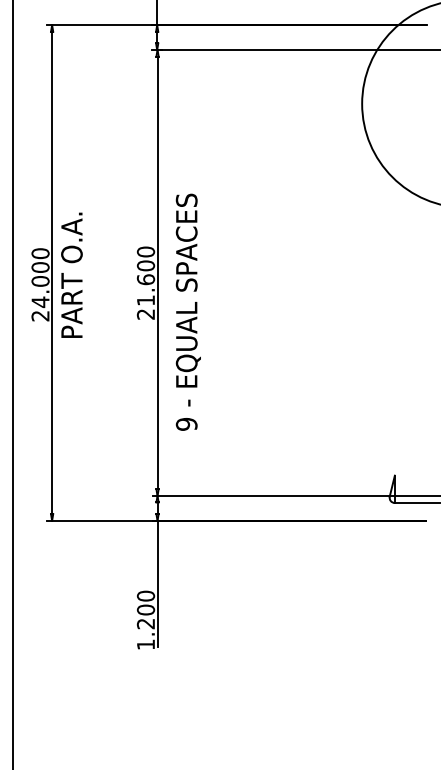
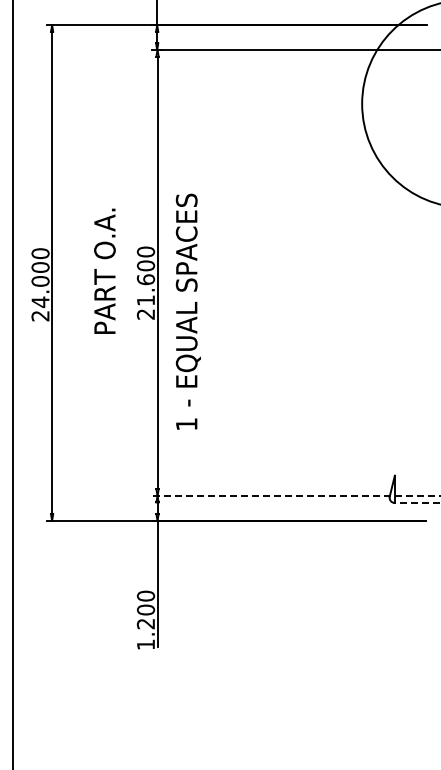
text at (71, 274) position: (71, 274) -> (104, 270)
text at (186, 424): 9 -> 1
line at (296, 495): solid -> dashed
line at (417, 503): solid -> dashed
